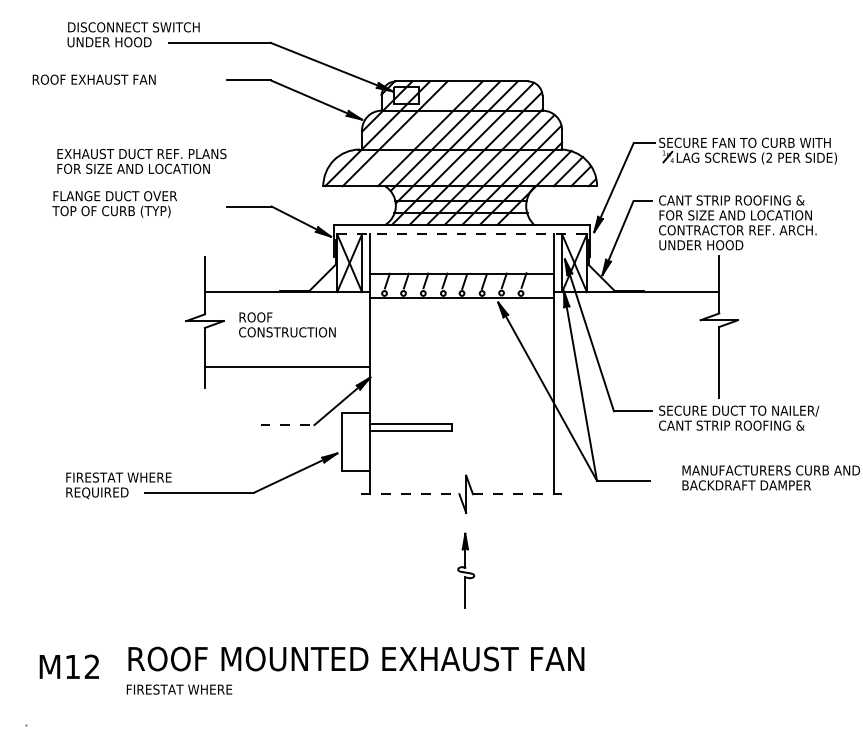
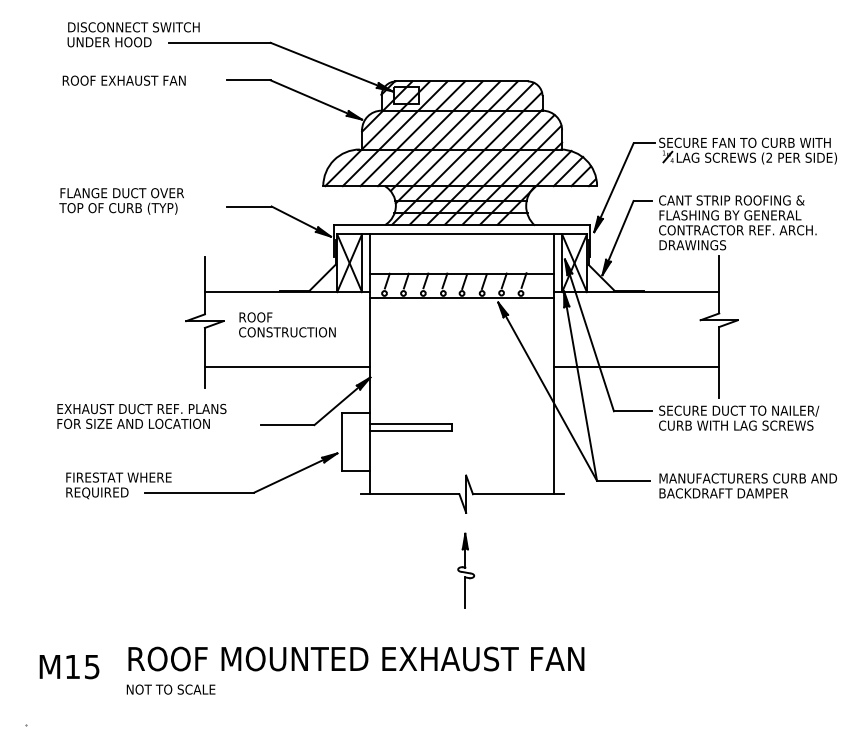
text at (93, 79) position: (93, 79) -> (123, 80)
line at (412, 133): none -> present
text at (141, 160) position: (141, 160) -> (141, 415)
text at (114, 204) position: (114, 204) -> (121, 201)
text at (738, 215): FOR SIZE AND LOCATION -> FLASHING BY GENERAL
line at (462, 234): dashed -> solid
text at (701, 245): UNDER HOOD -> DRAWINGS
line at (636, 366): none -> present
line at (287, 425): dashed -> solid
text at (740, 425): CANT STRIP ROOFING & -> CURB WITH LAG SCREWS
text at (770, 477) position: (770, 477) -> (747, 485)
line at (410, 494): dashed -> solid
line at (518, 494): dashed -> solid
text at (91, 666): M12 -> M15
text at (180, 689): FIRESTAT WHERE -> NOT TO SCALE
